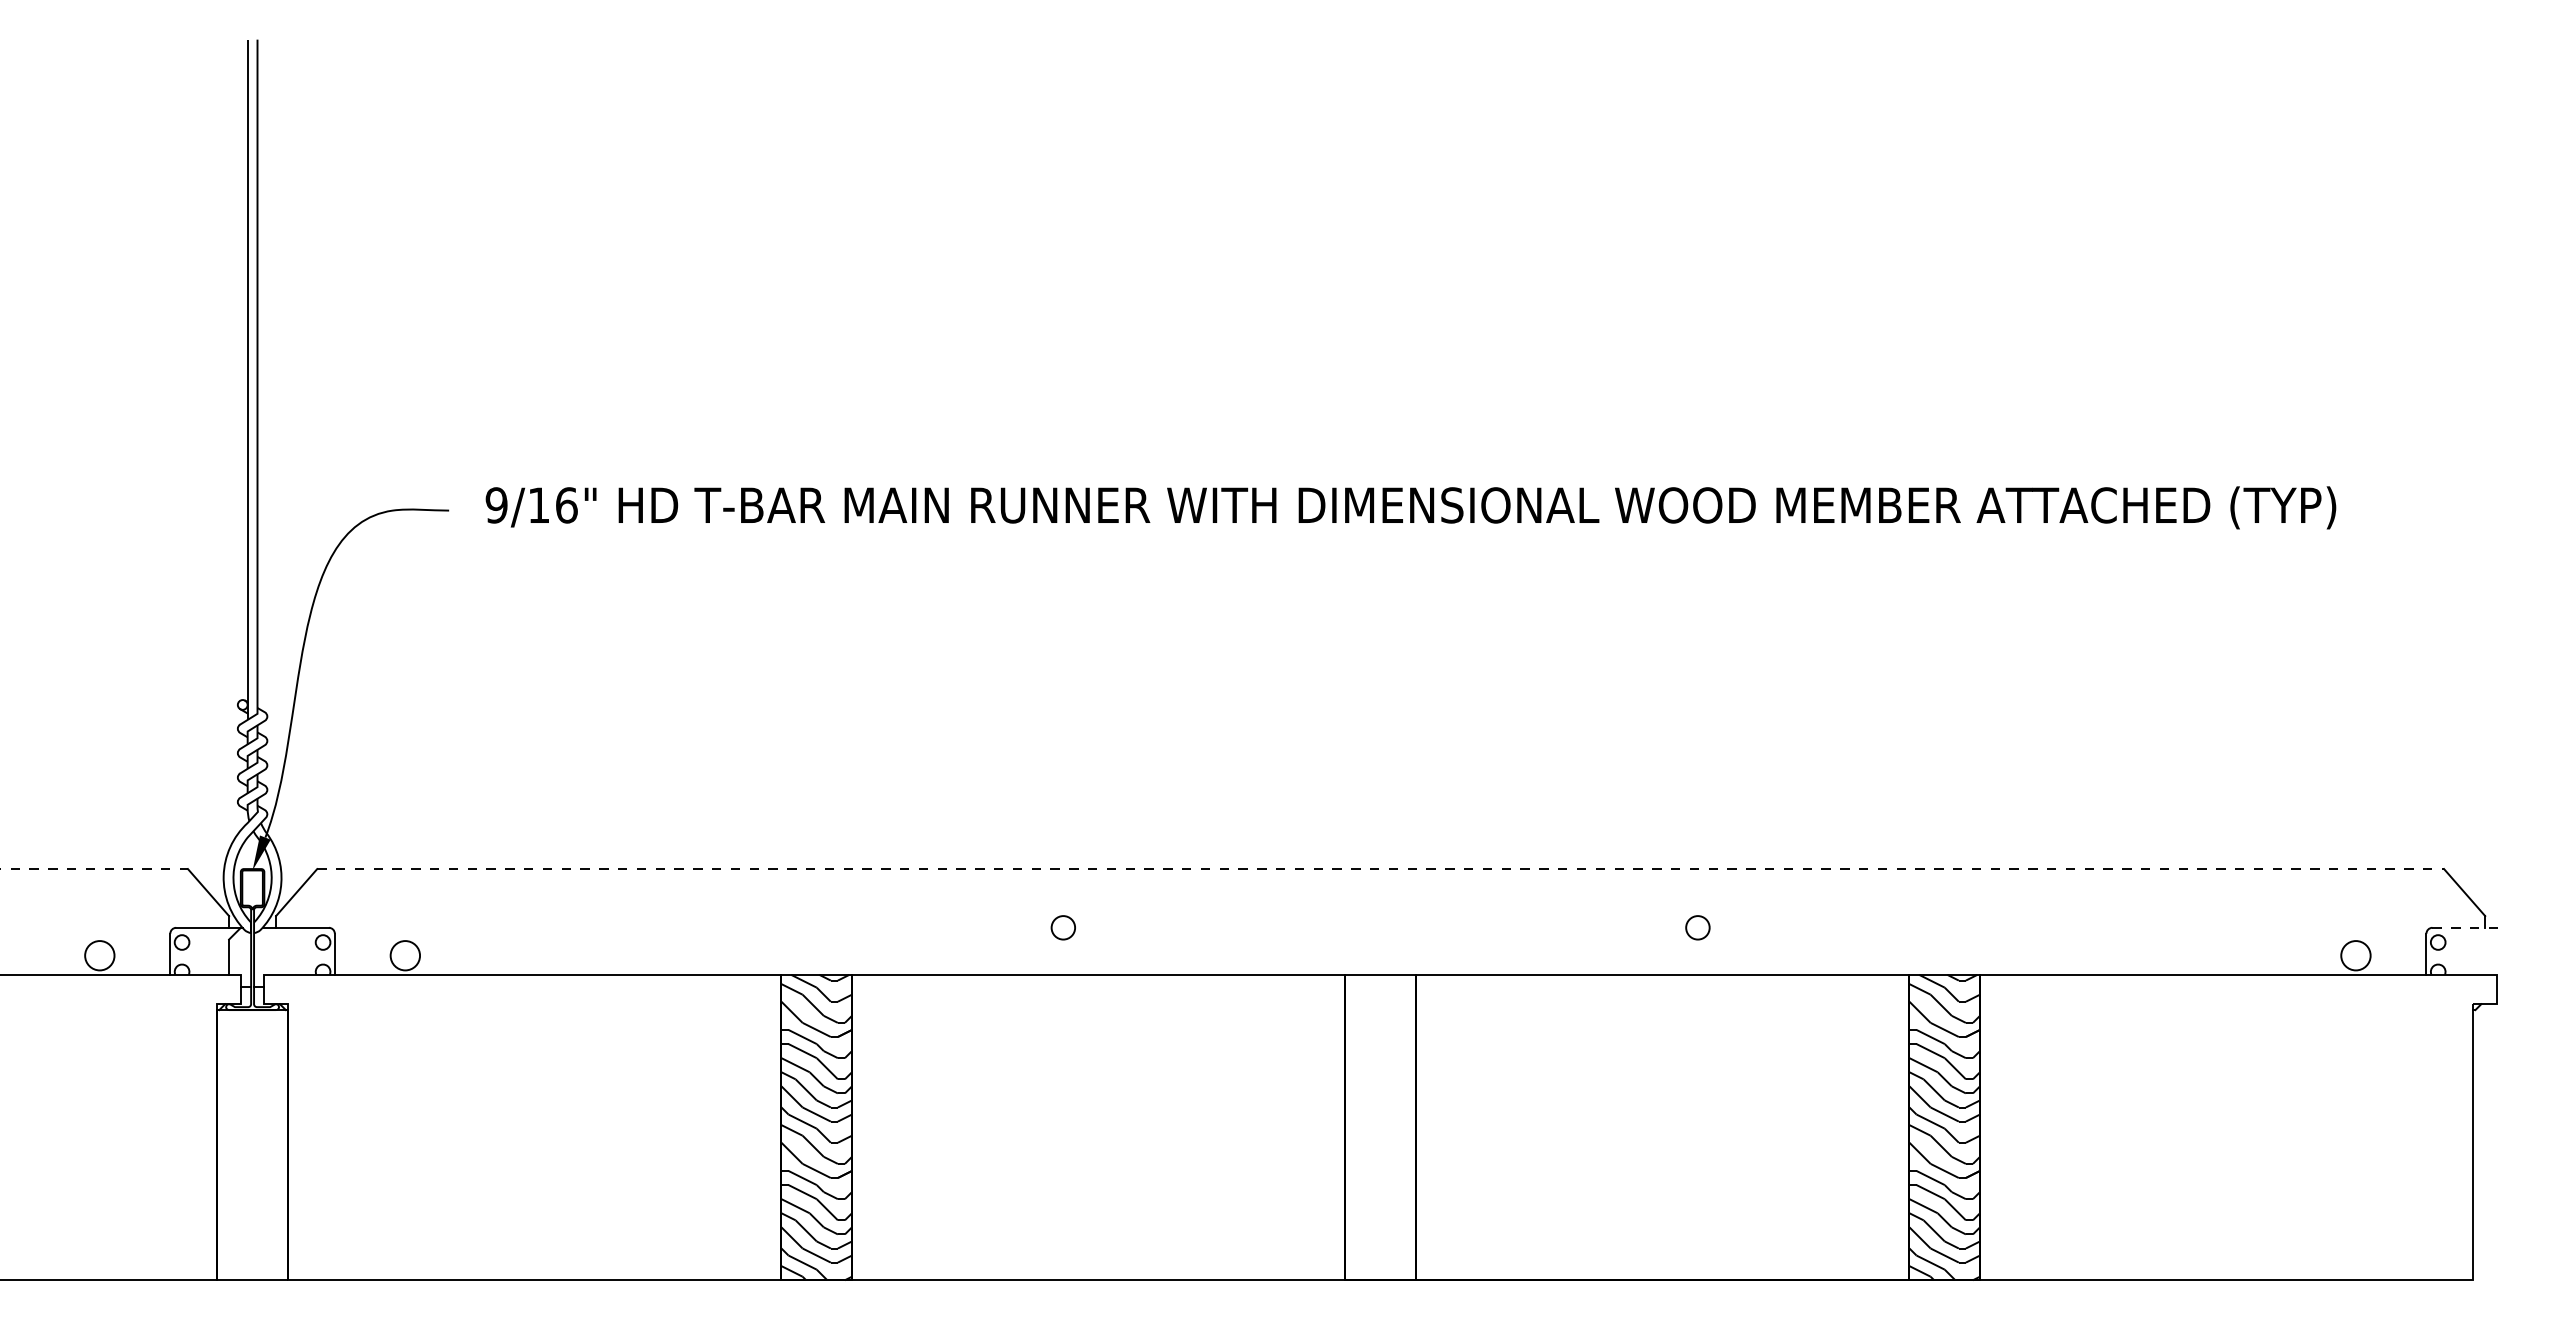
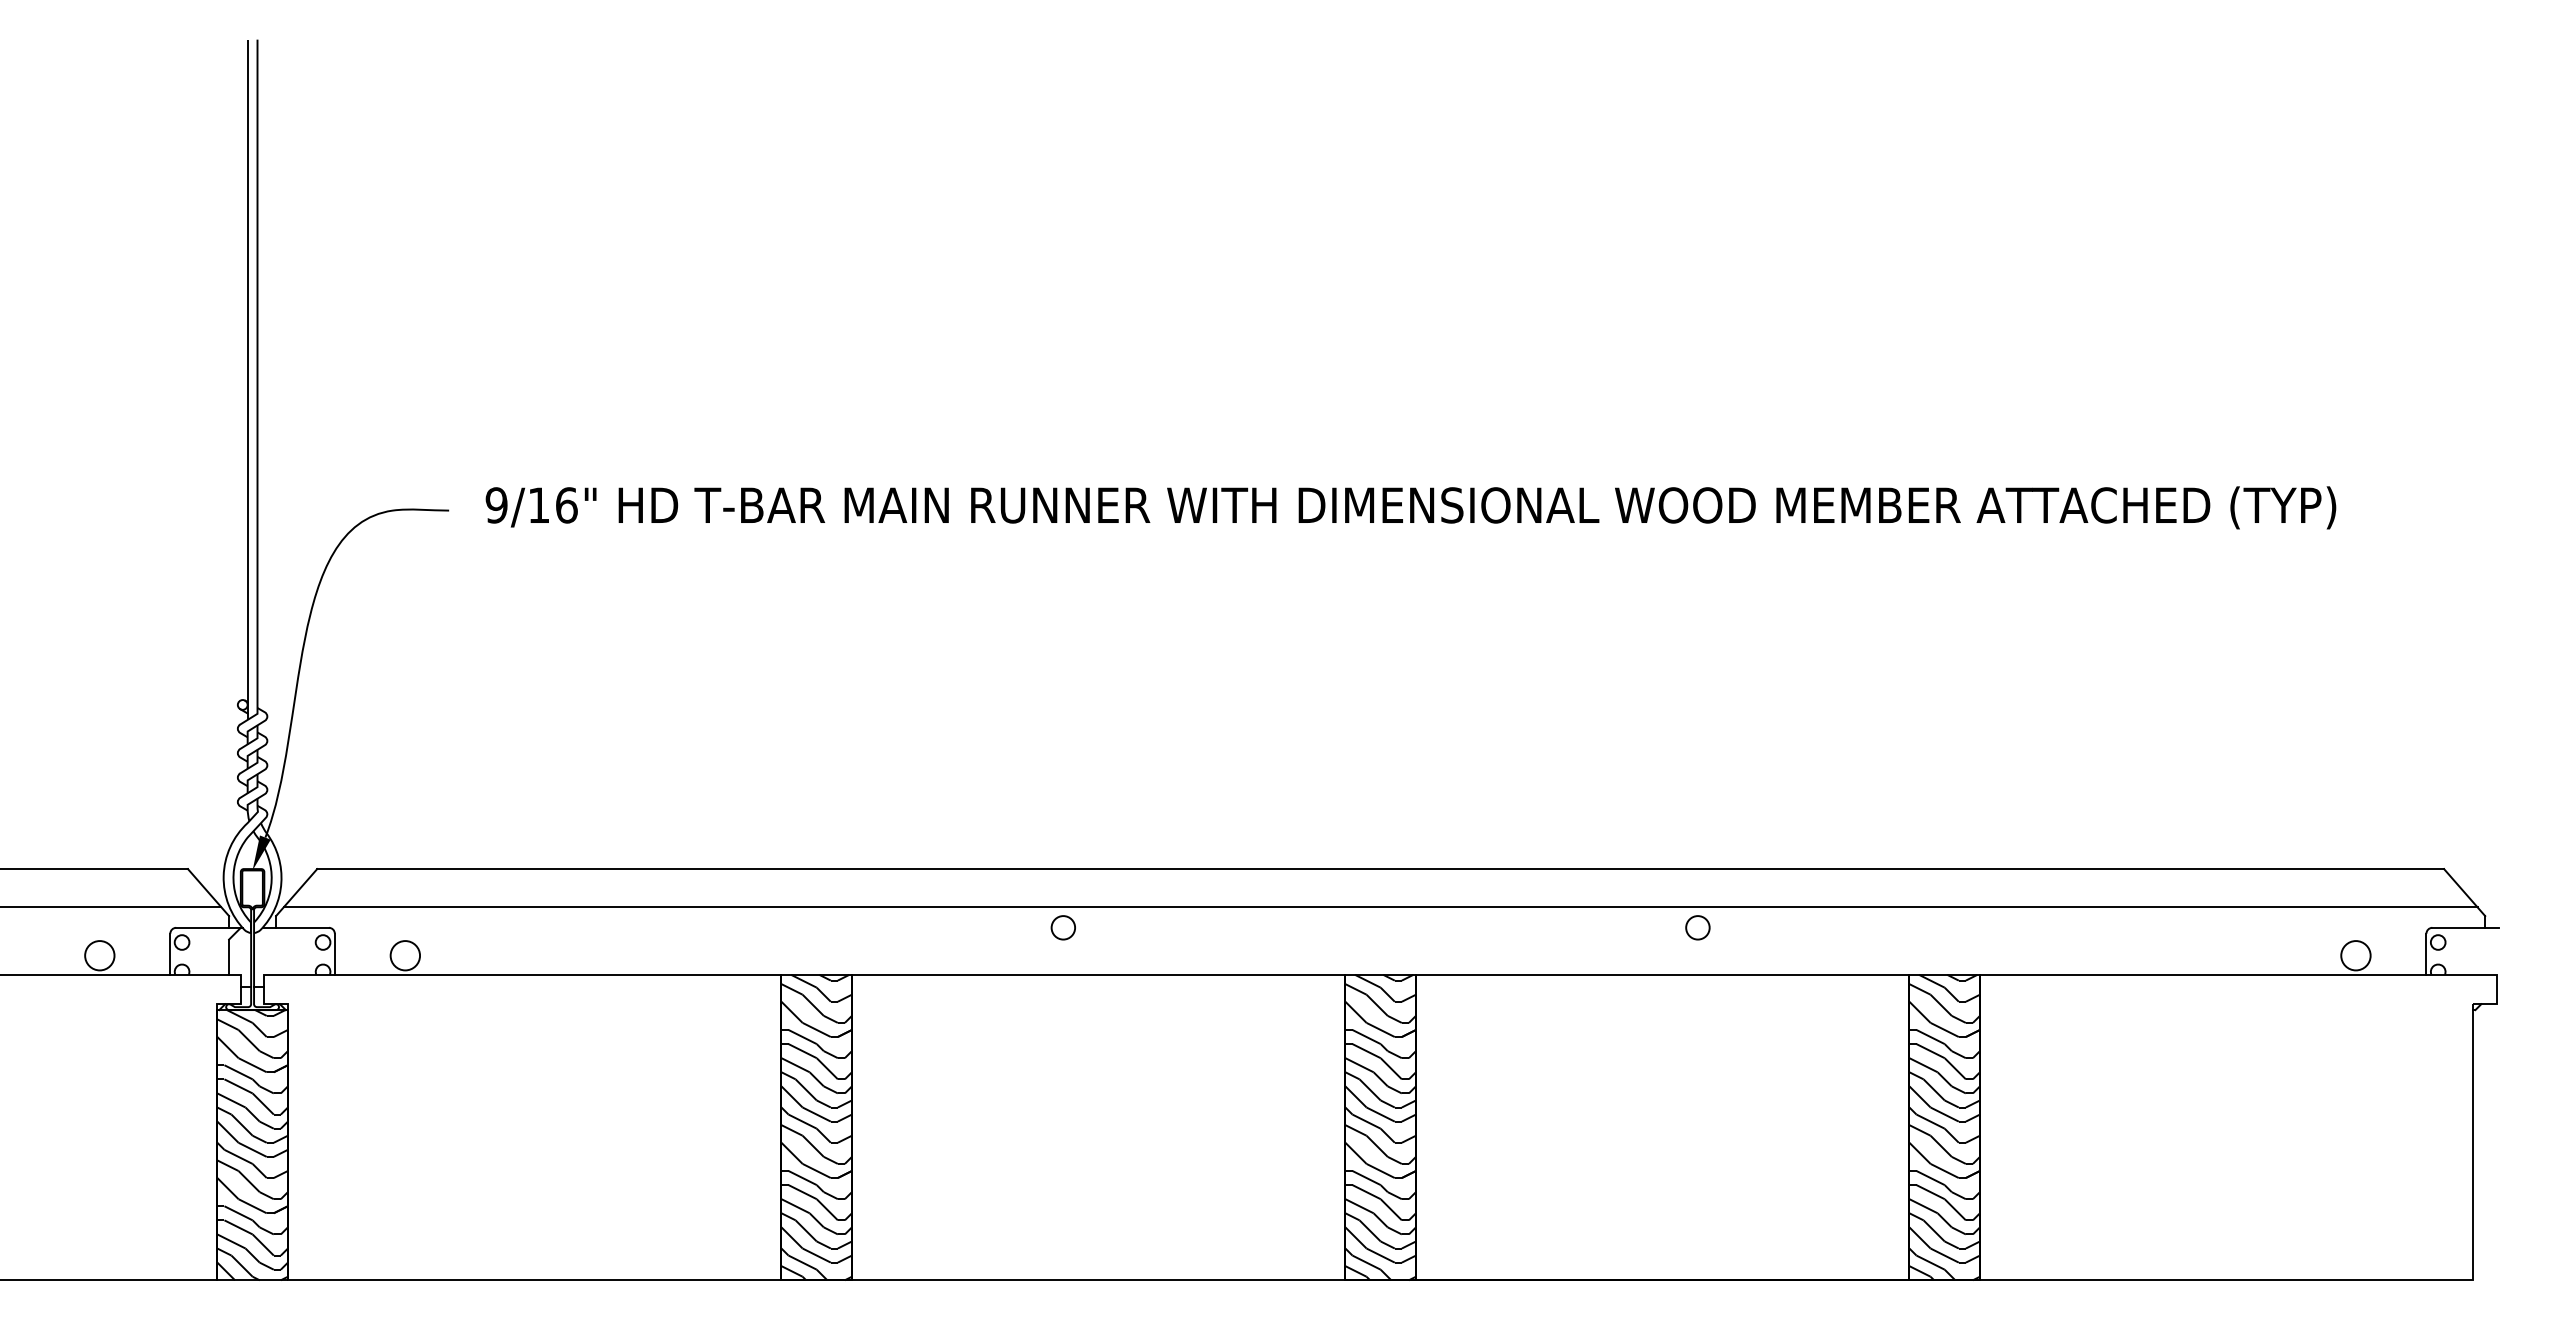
line at (93, 869): dashed -> solid
line at (1381, 869): dashed -> solid
line at (111, 907): none -> present
line at (1380, 907): none -> present
line at (2466, 927): dashed -> solid
hatch at (1380, 1127): none -> present
hatch at (252, 1145): none -> present
